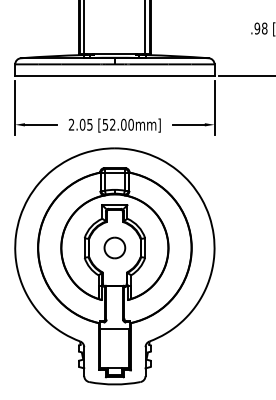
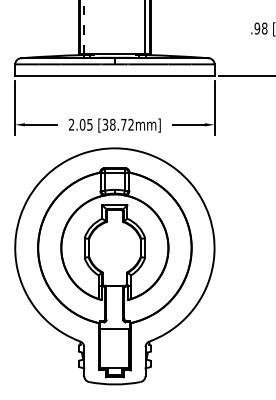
line at (84, 27): solid -> dashed
text at (118, 124): [52.00mm] -> [38.72mm]
part at (114, 247): present -> none
